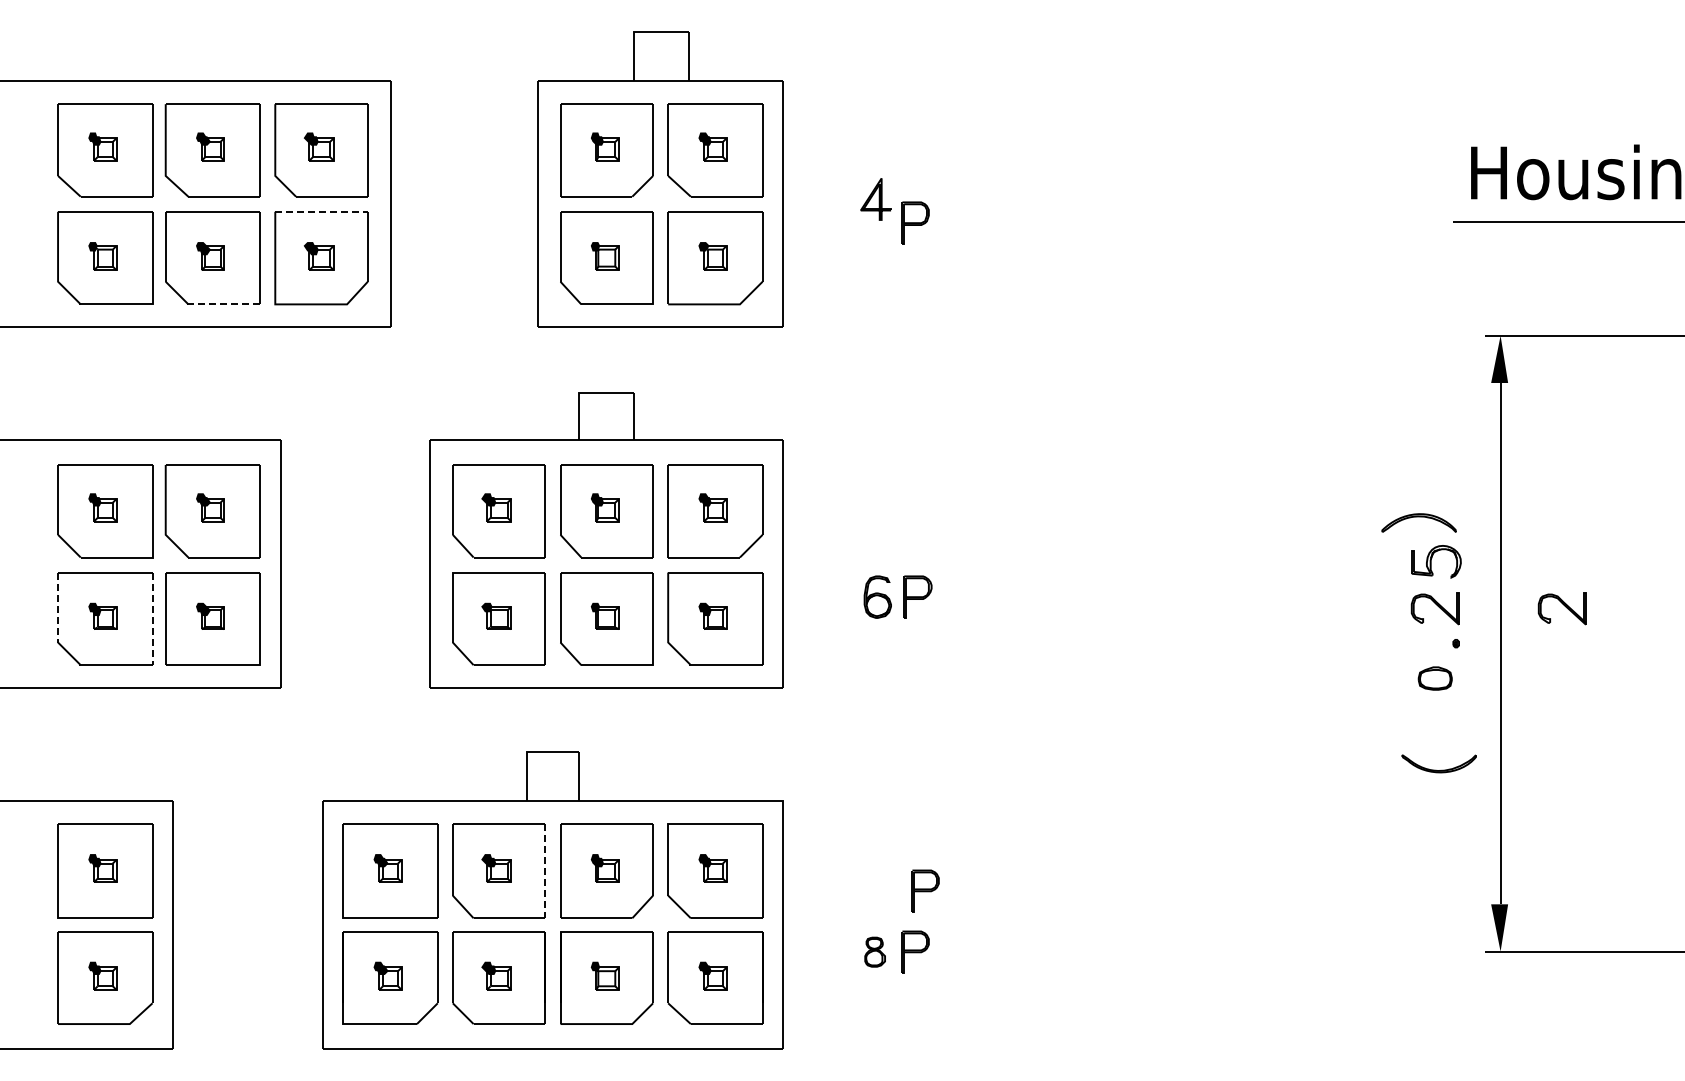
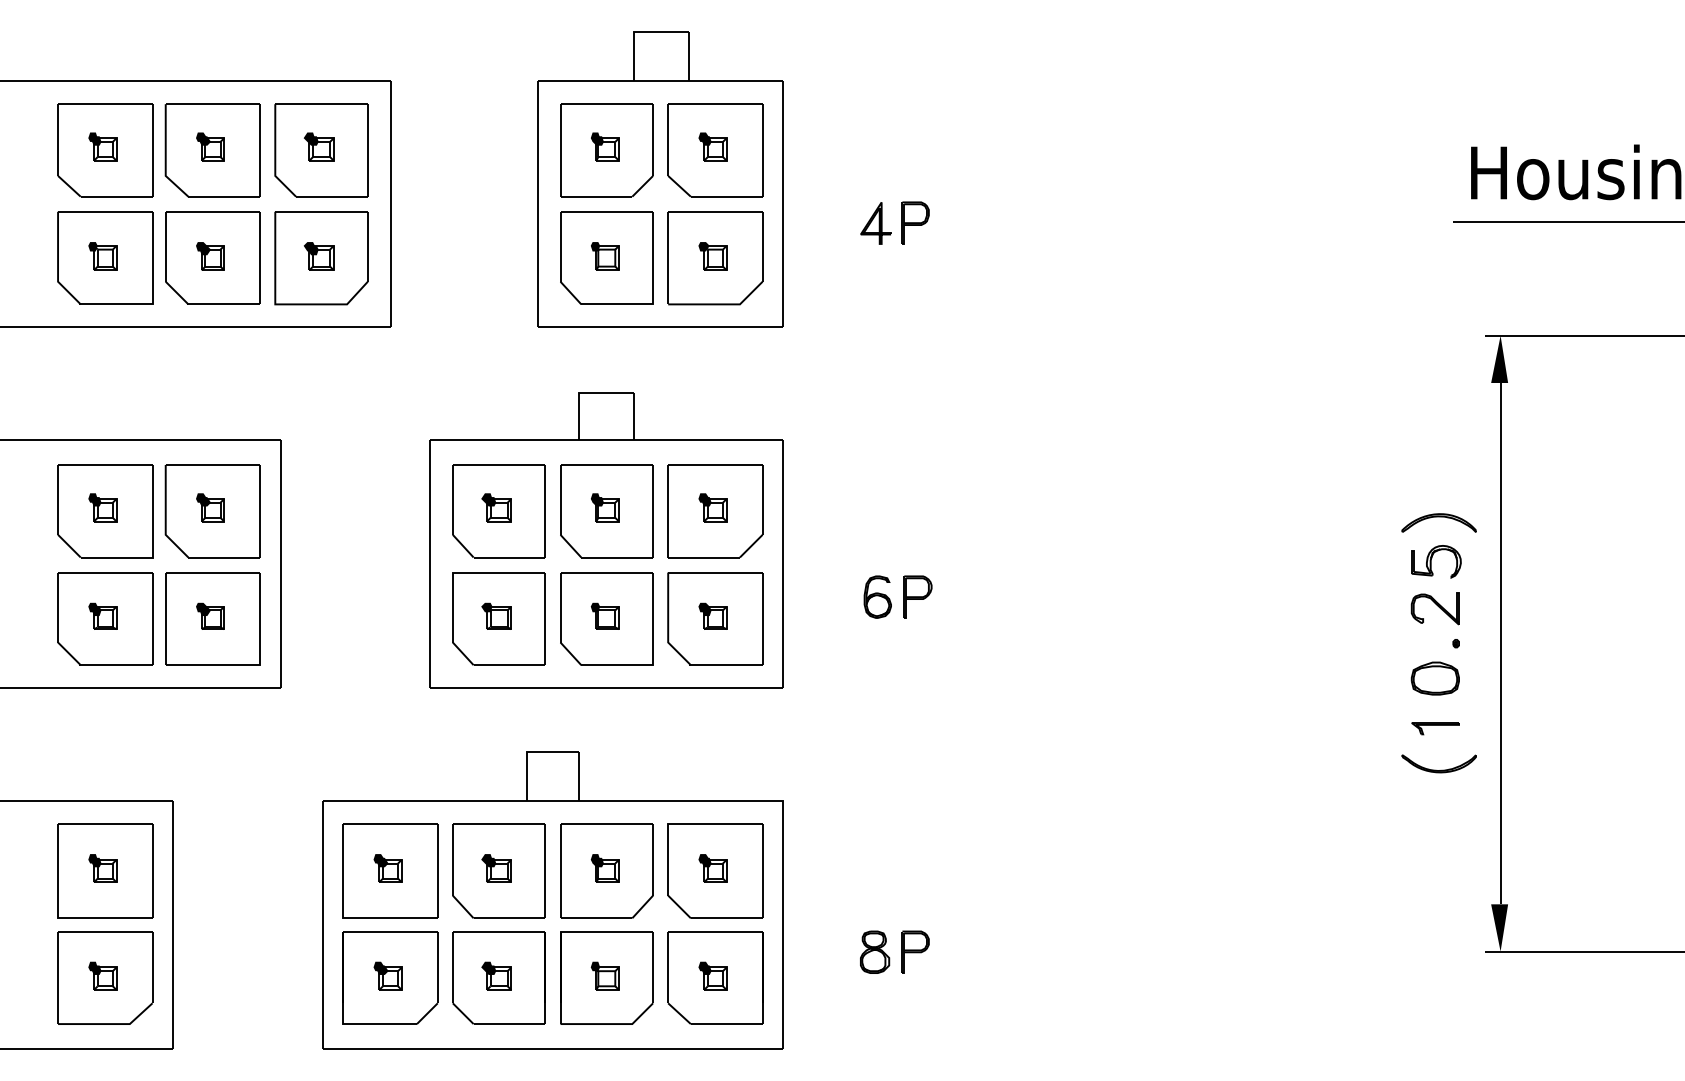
part at (875, 199) position: (875, 199) -> (875, 223)
line at (322, 211): dashed -> solid
line at (223, 304): dashed -> solid
part at (1418, 522) position: (1418, 522) -> (1438, 522)
line at (58, 607): dashed -> solid
part at (1561, 608): present -> none
line at (152, 619): dashed -> solid
part at (1434, 678) size: 36x25 px -> 50x35 px
part at (1435, 728): none -> present
line at (545, 871): dashed -> solid
part at (925, 890): present -> none
part at (874, 951) size: 22x32 px -> 31x44 px
